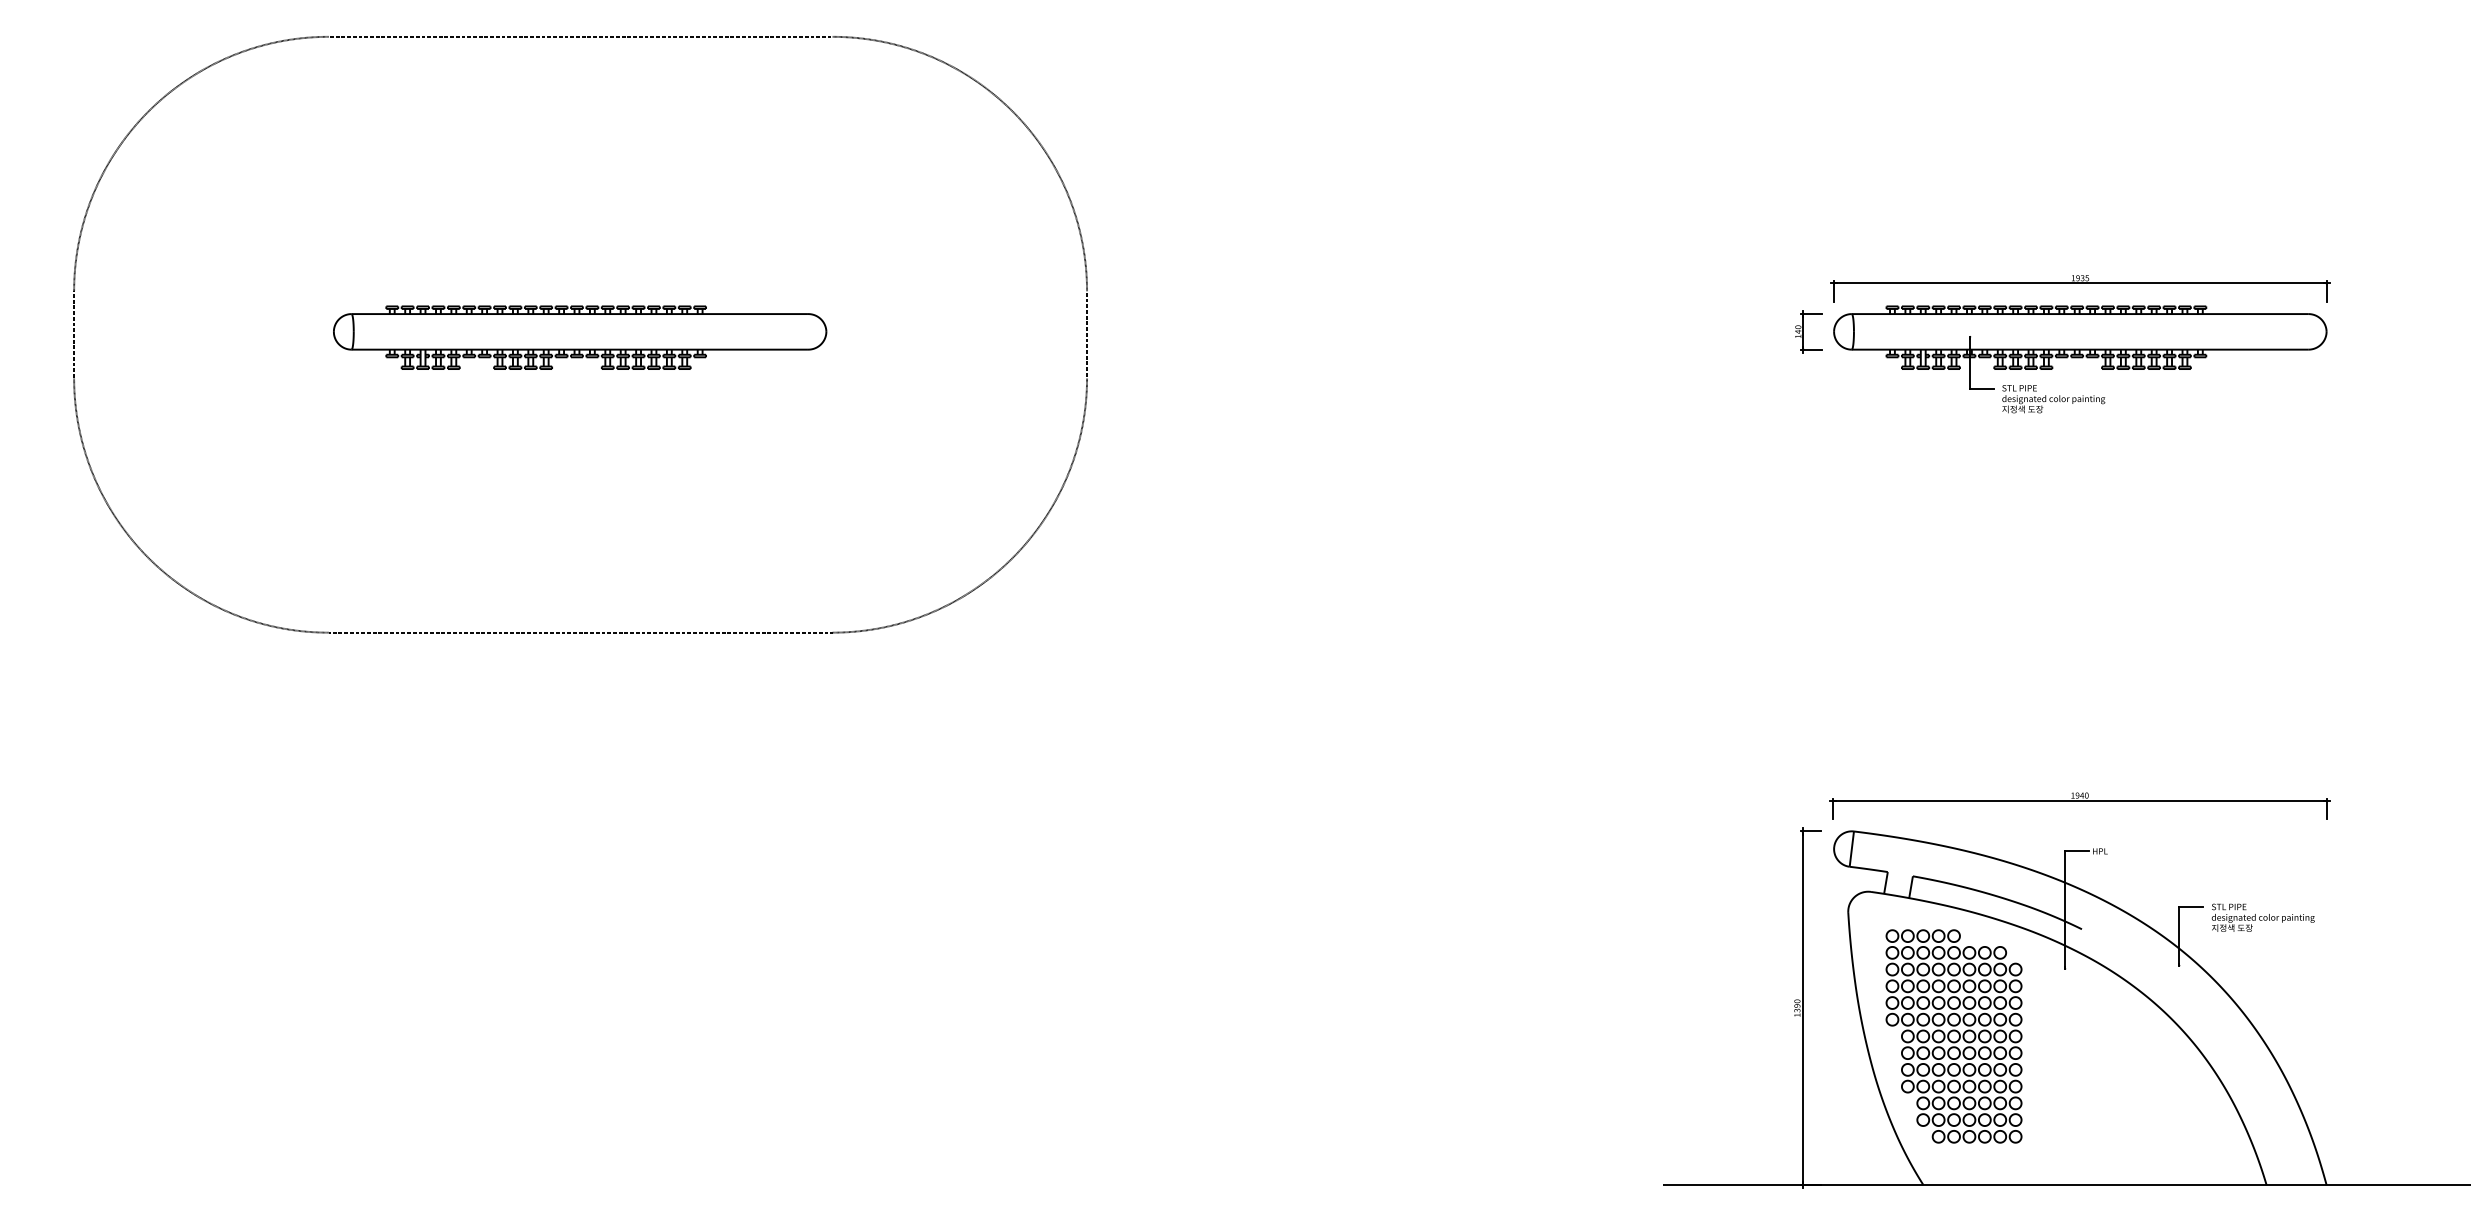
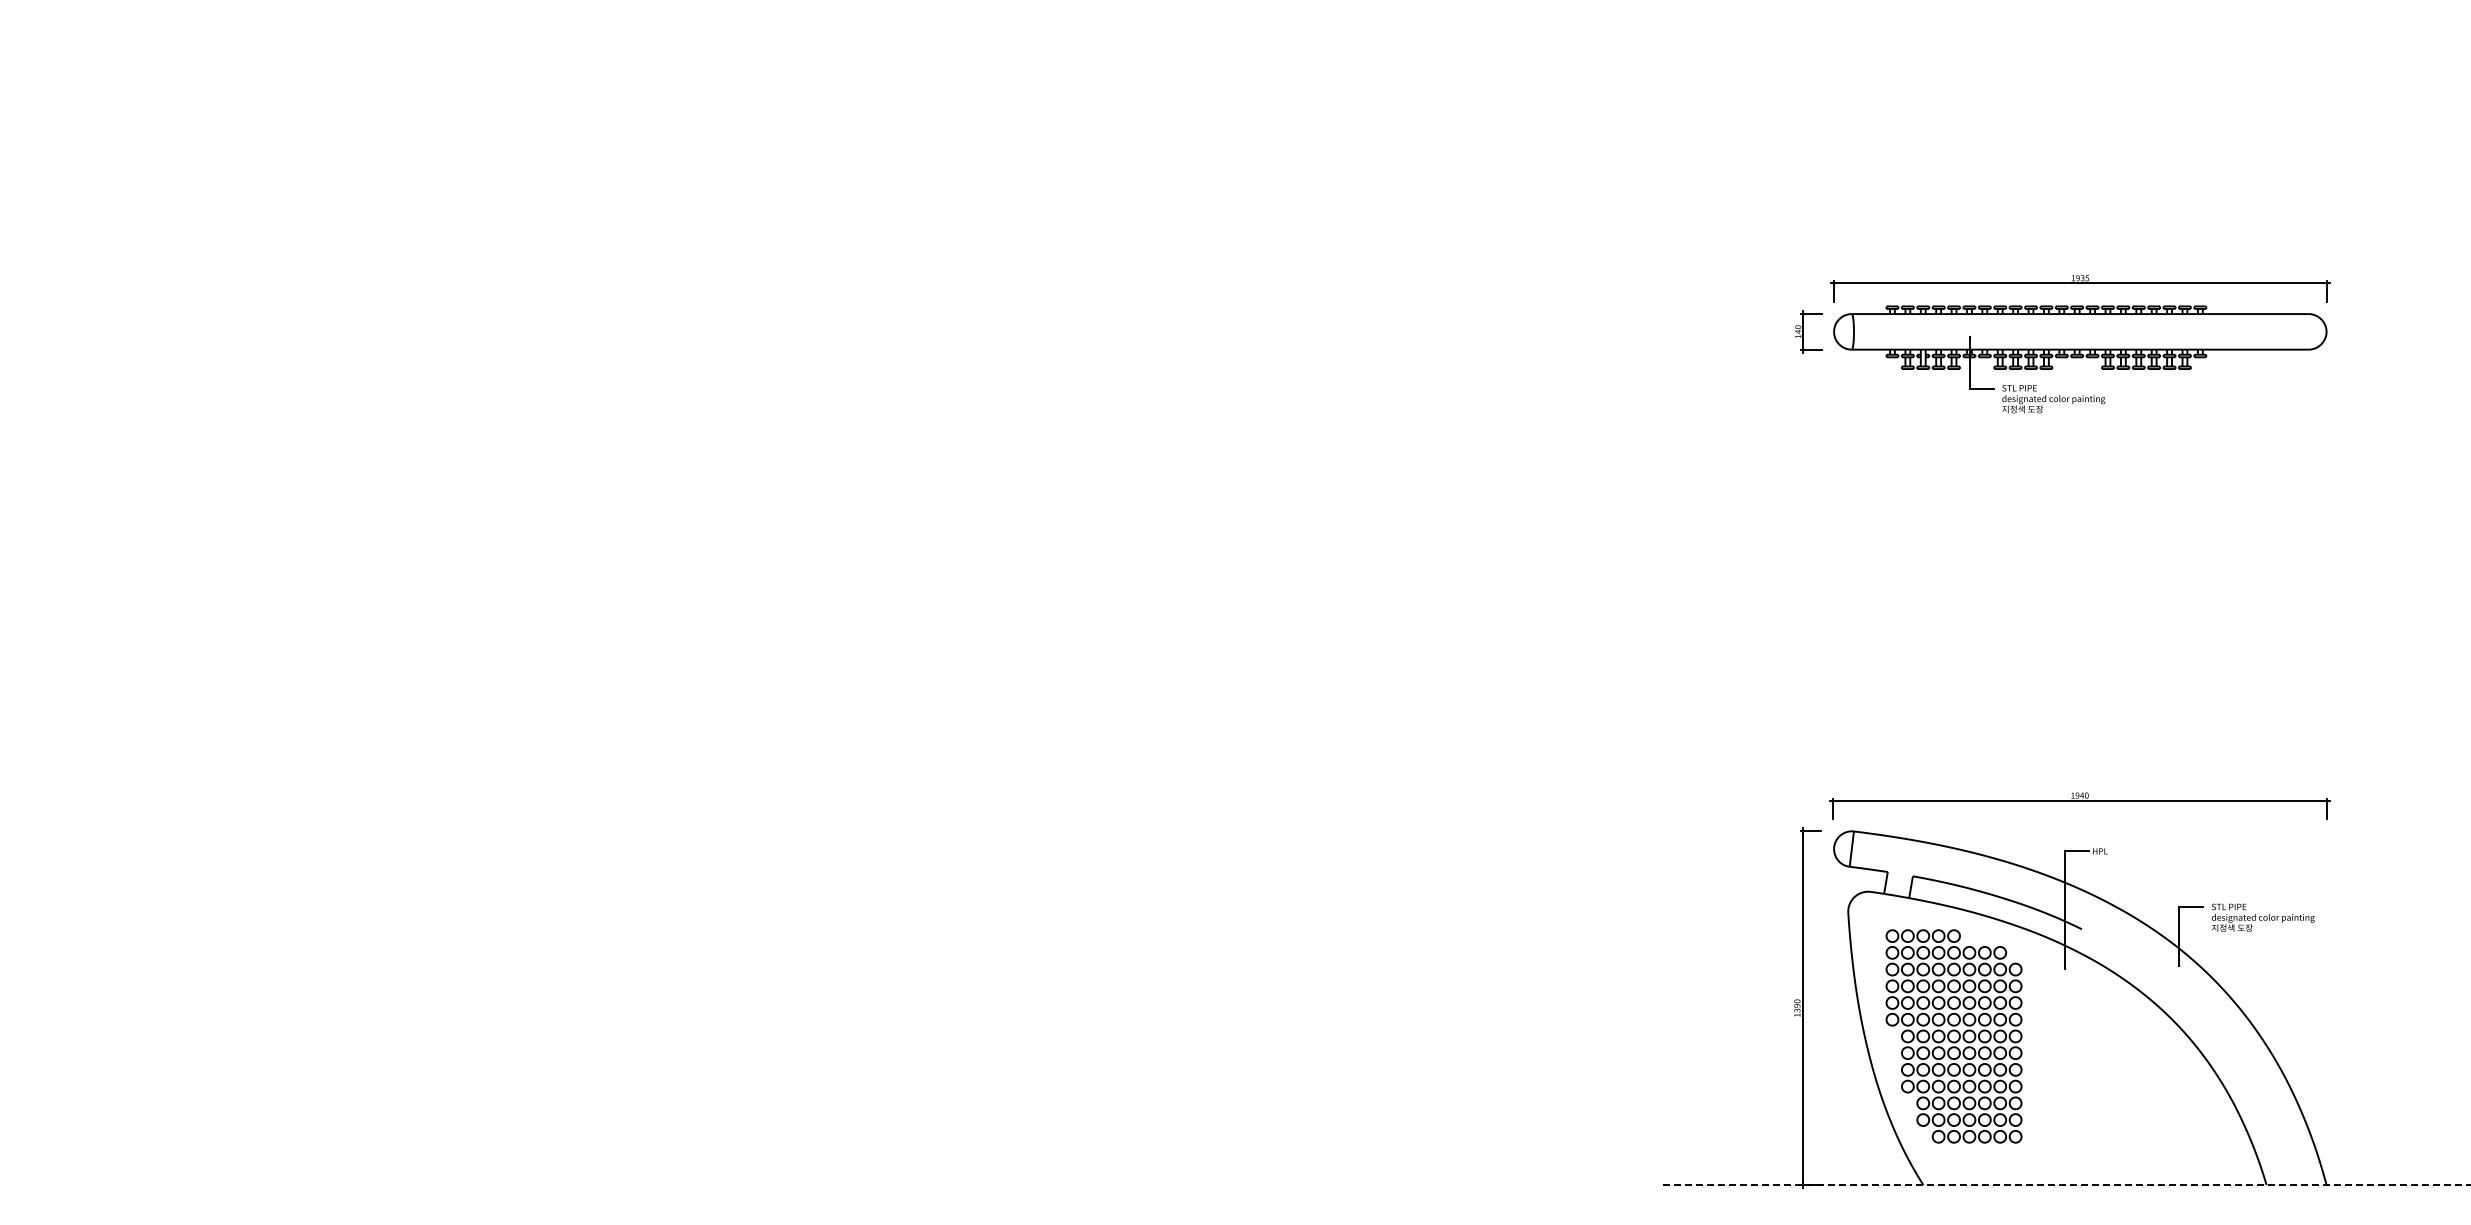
part at (580, 334): present -> none
line at (2067, 1185): solid -> dashed
